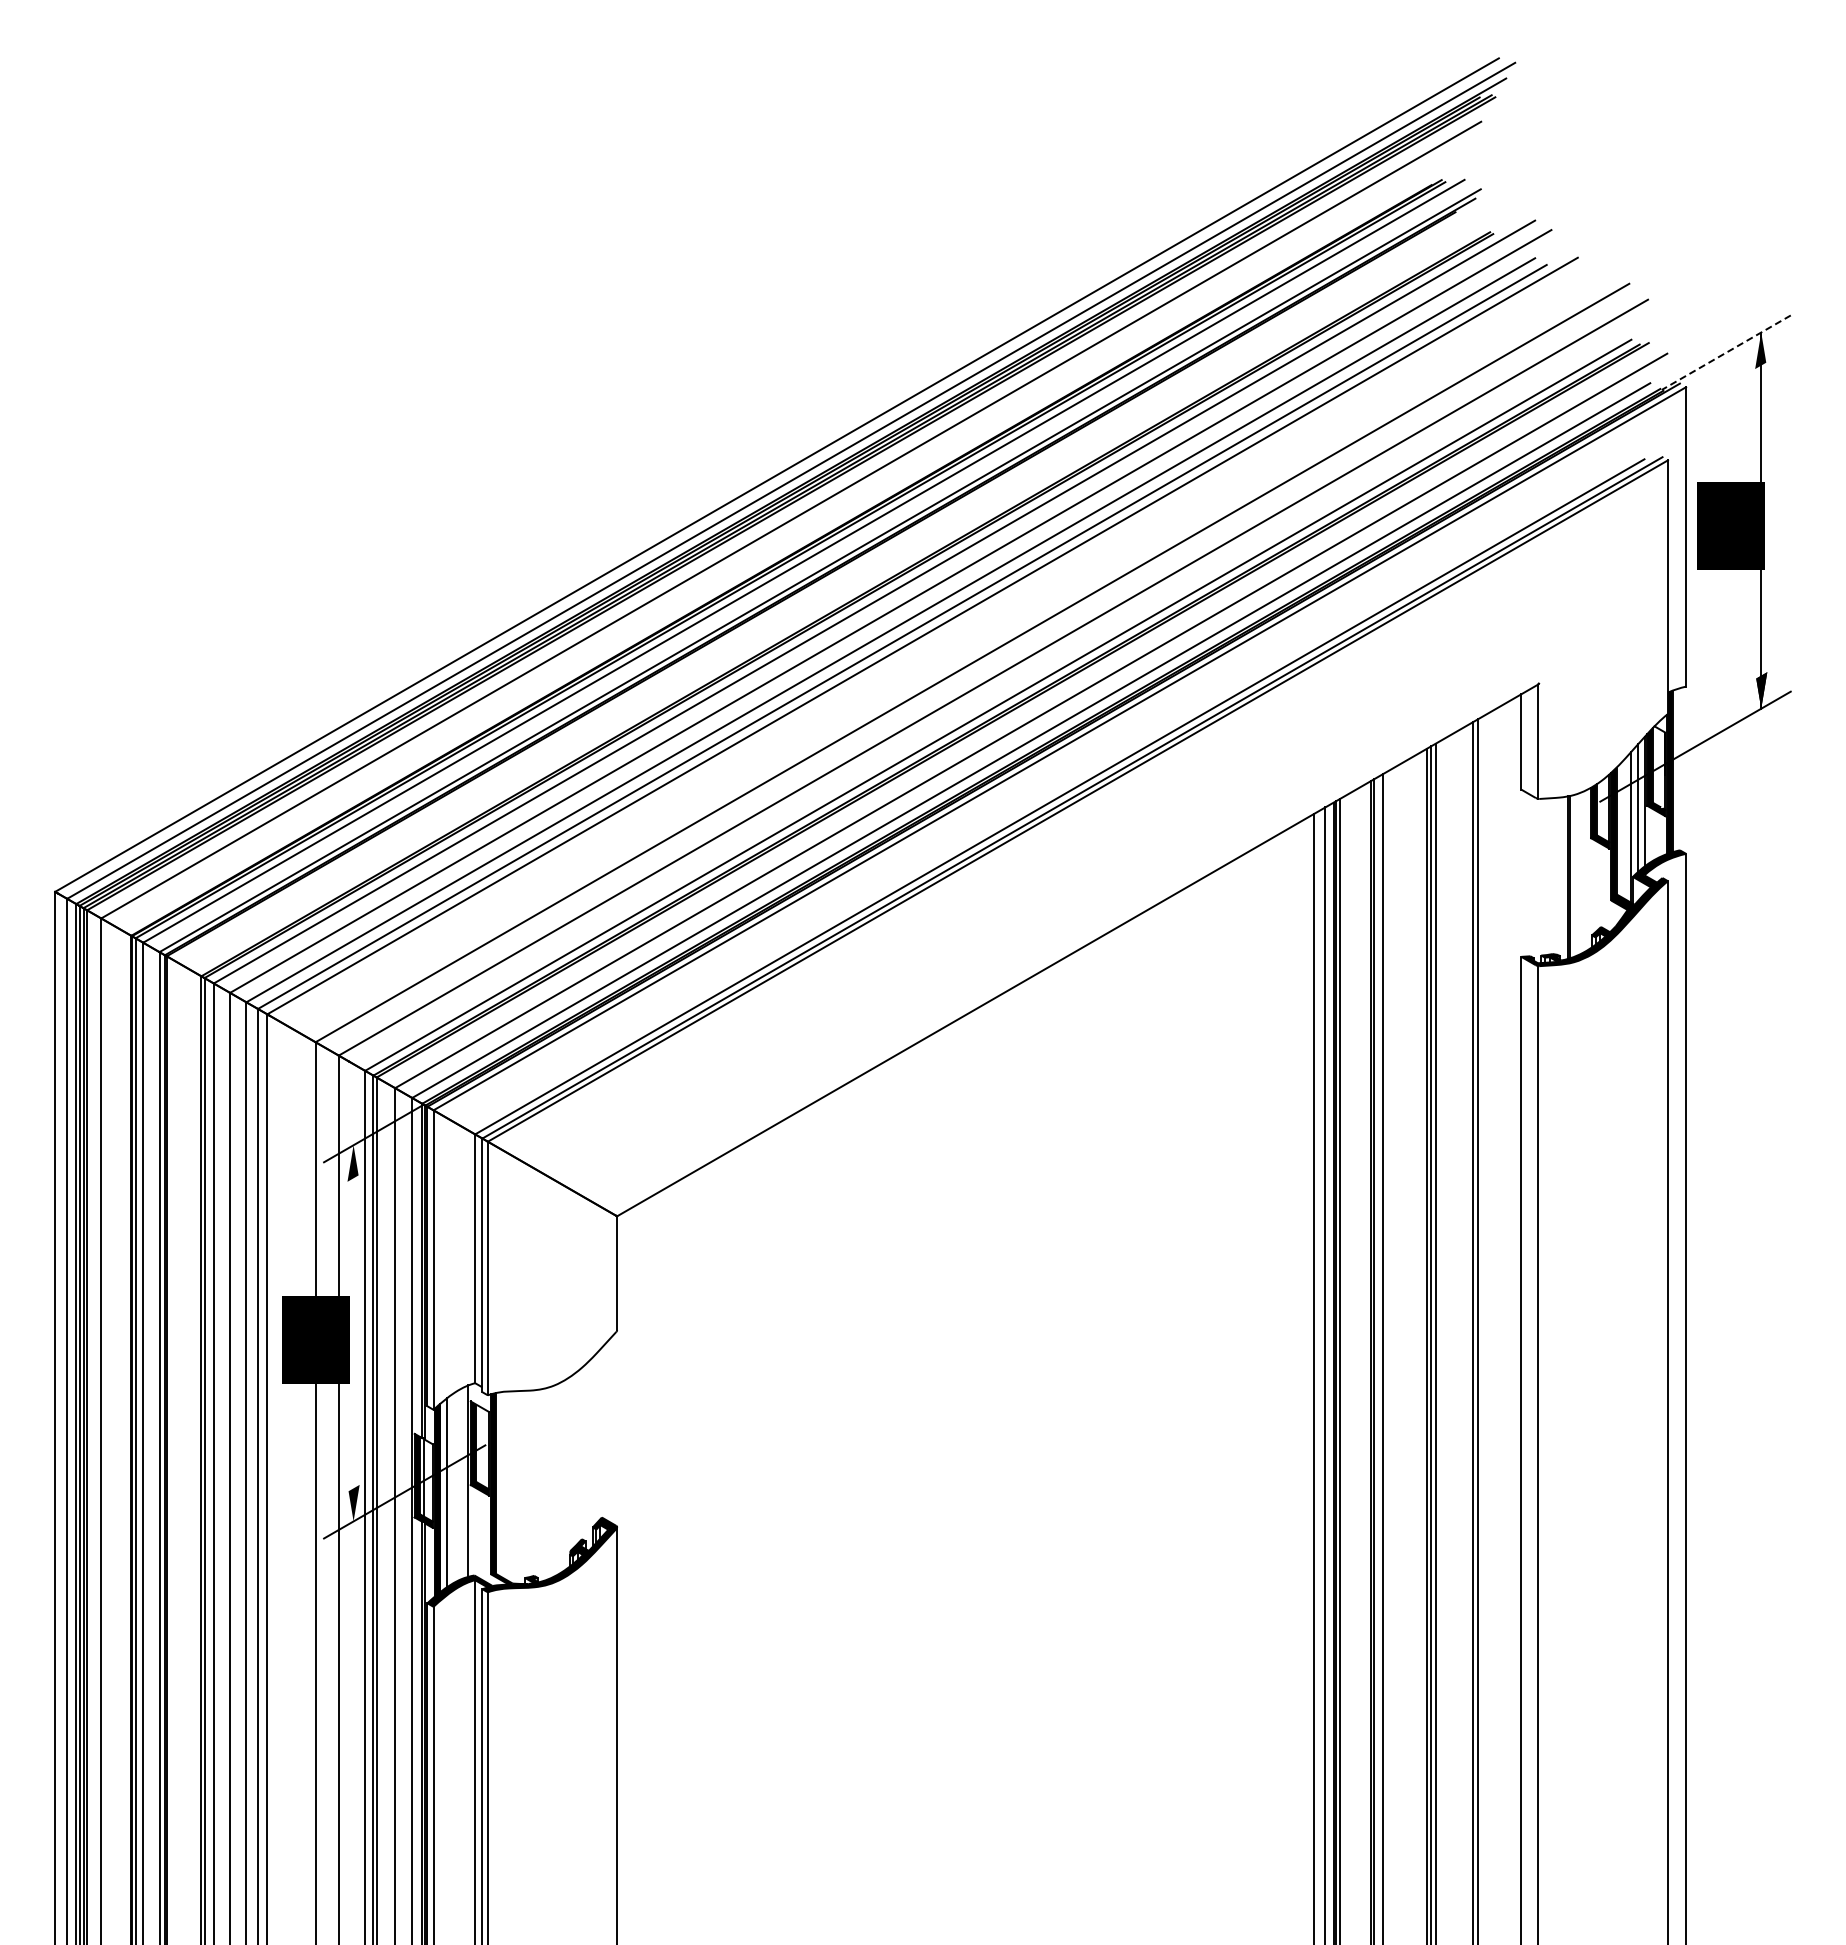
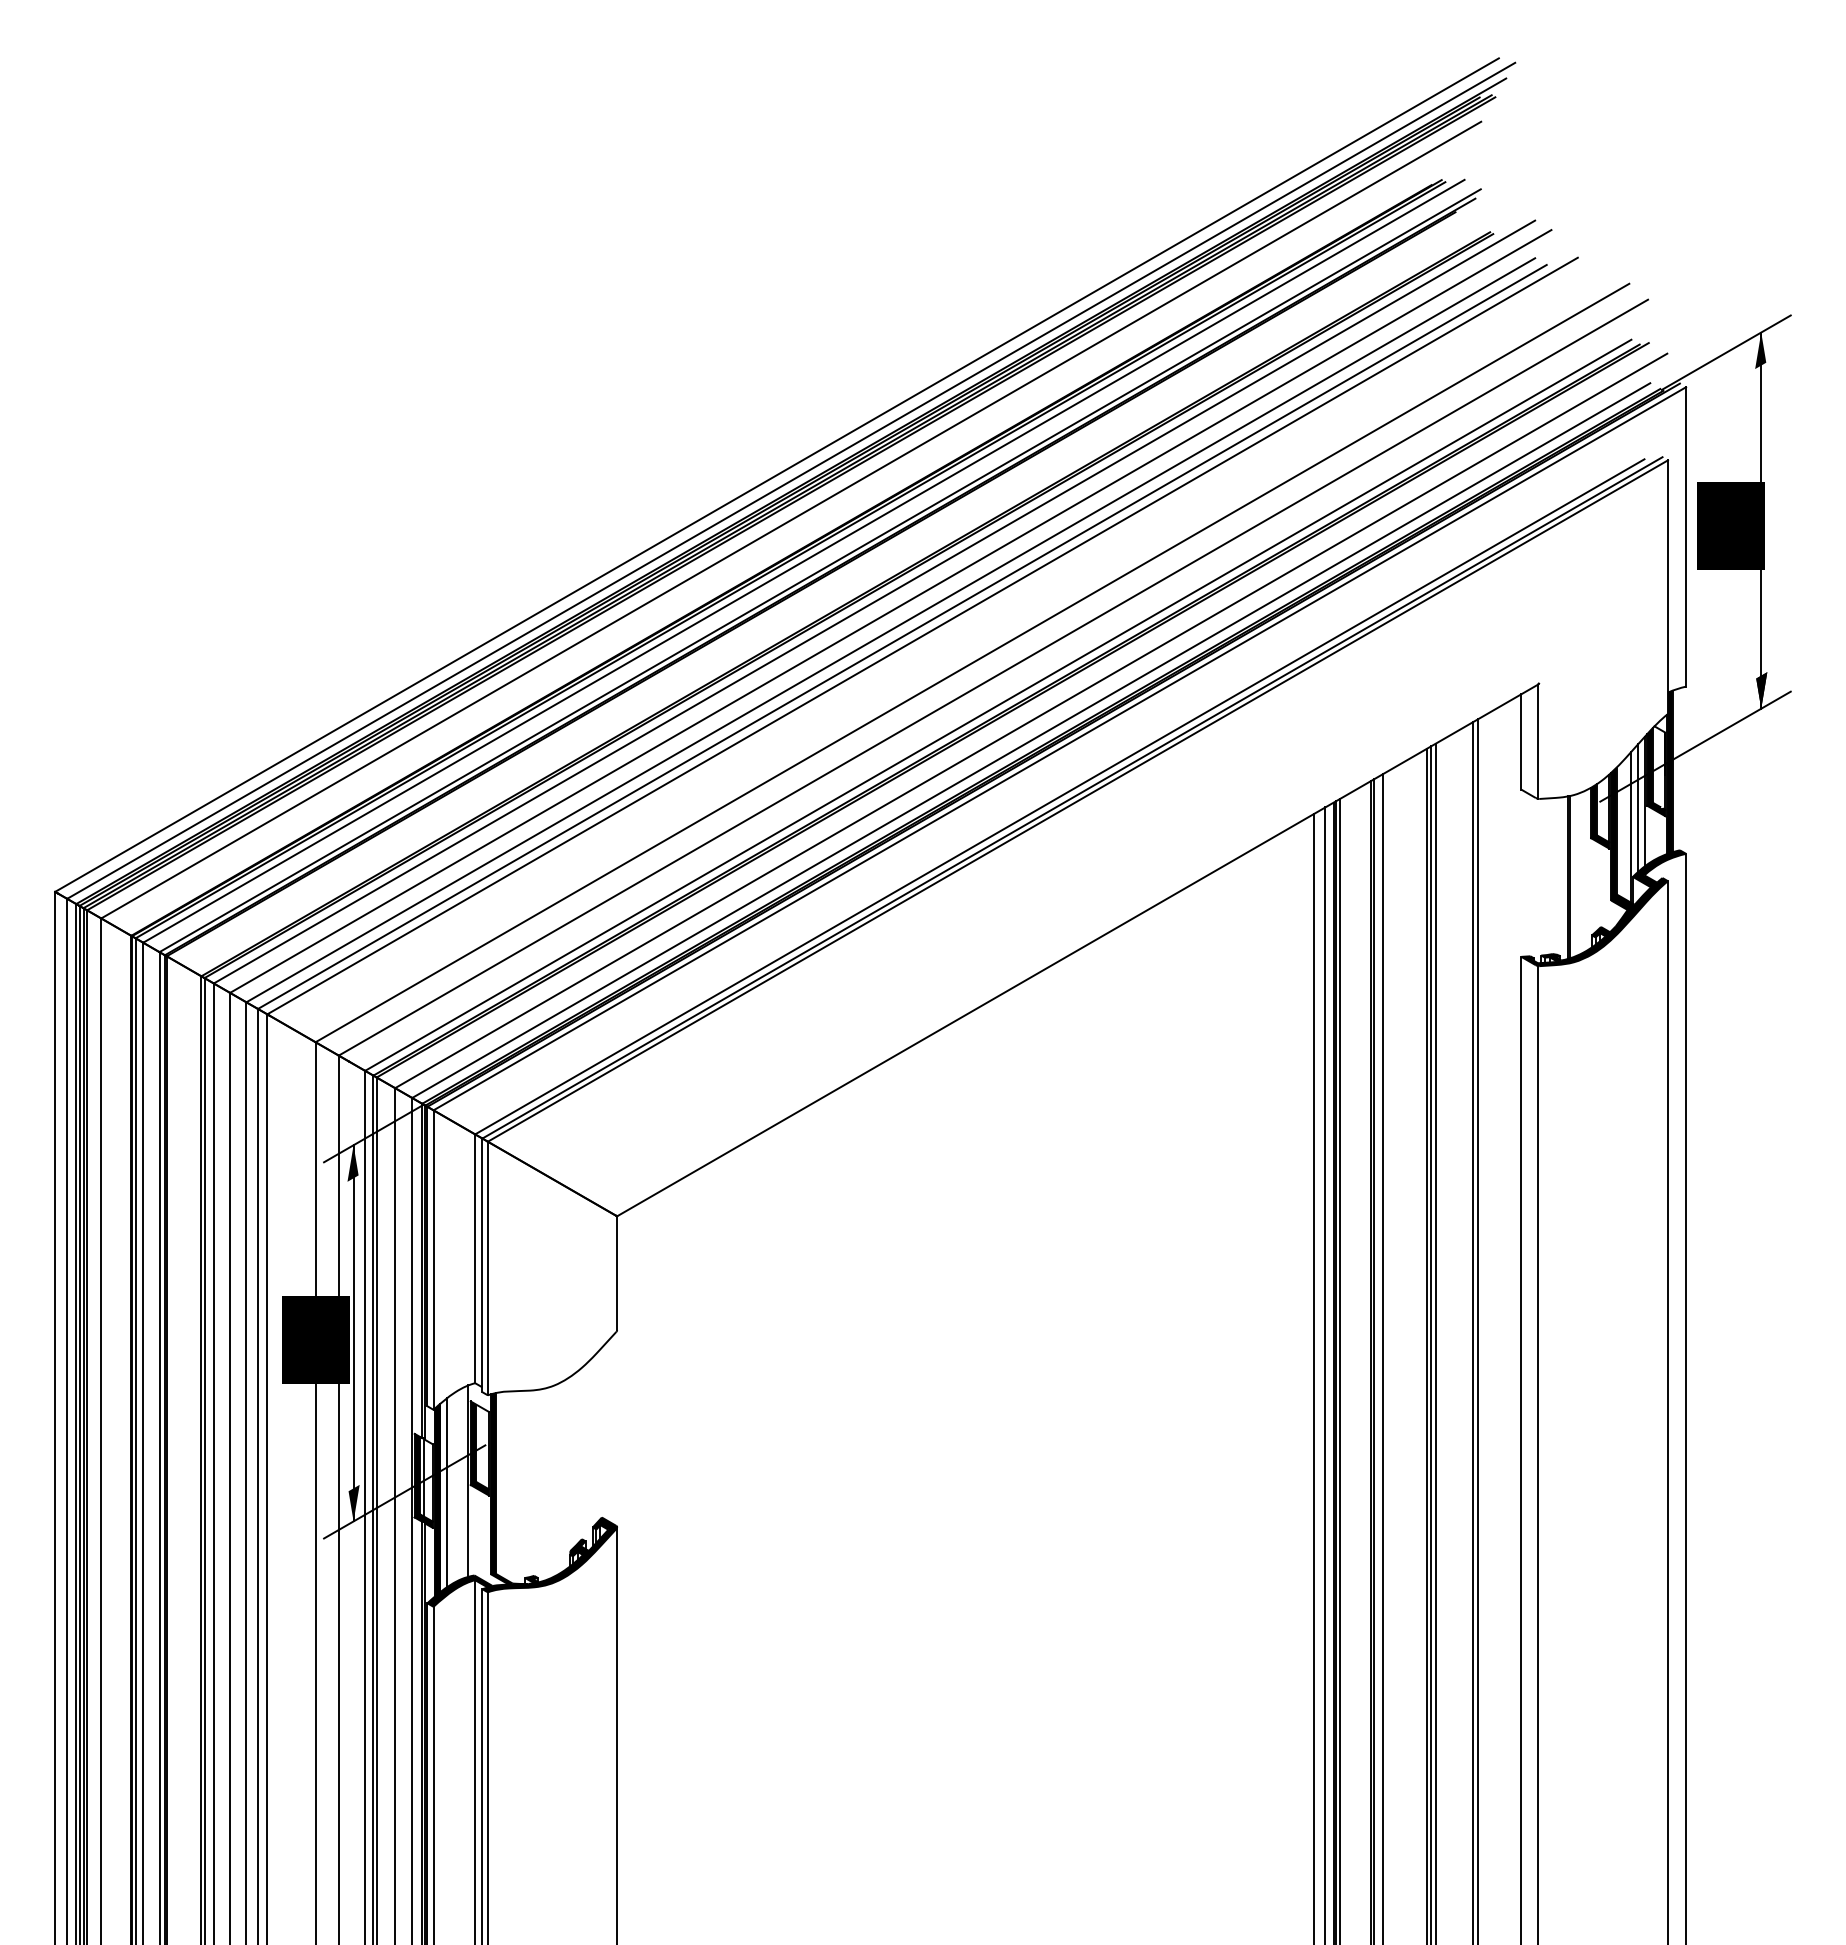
line at (1725, 352): dashed -> solid
line at (353, 1333): none -> present
